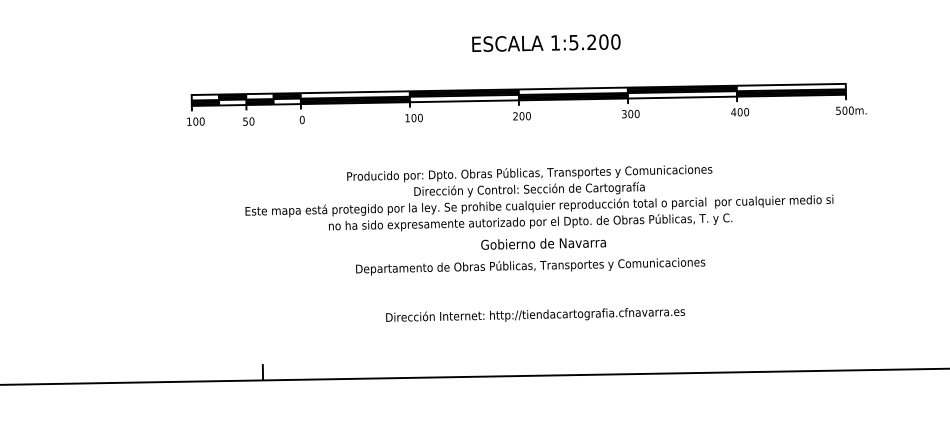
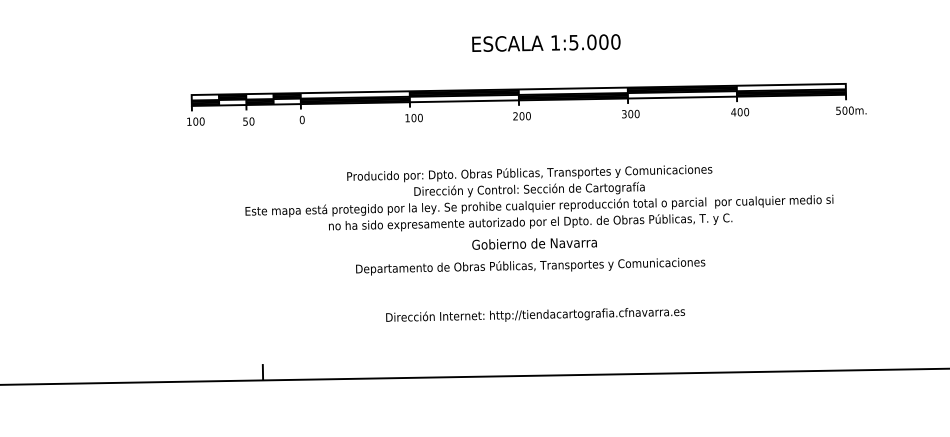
text at (591, 42): 1:5.200 -> 1:5.000
text at (543, 243) position: (543, 243) -> (534, 243)
